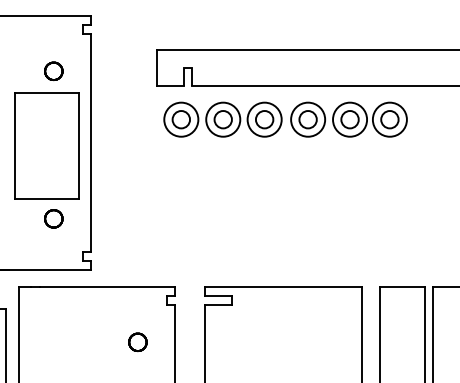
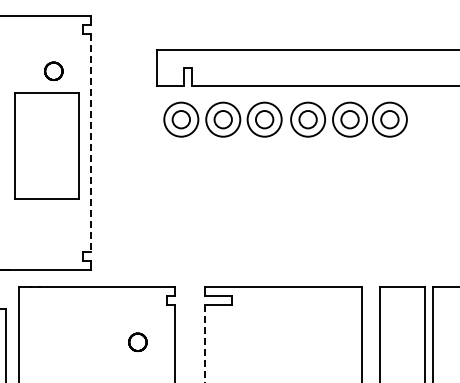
line at (91, 143): solid -> dashed
part at (53, 218): present -> none
line at (204, 343): solid -> dashed
